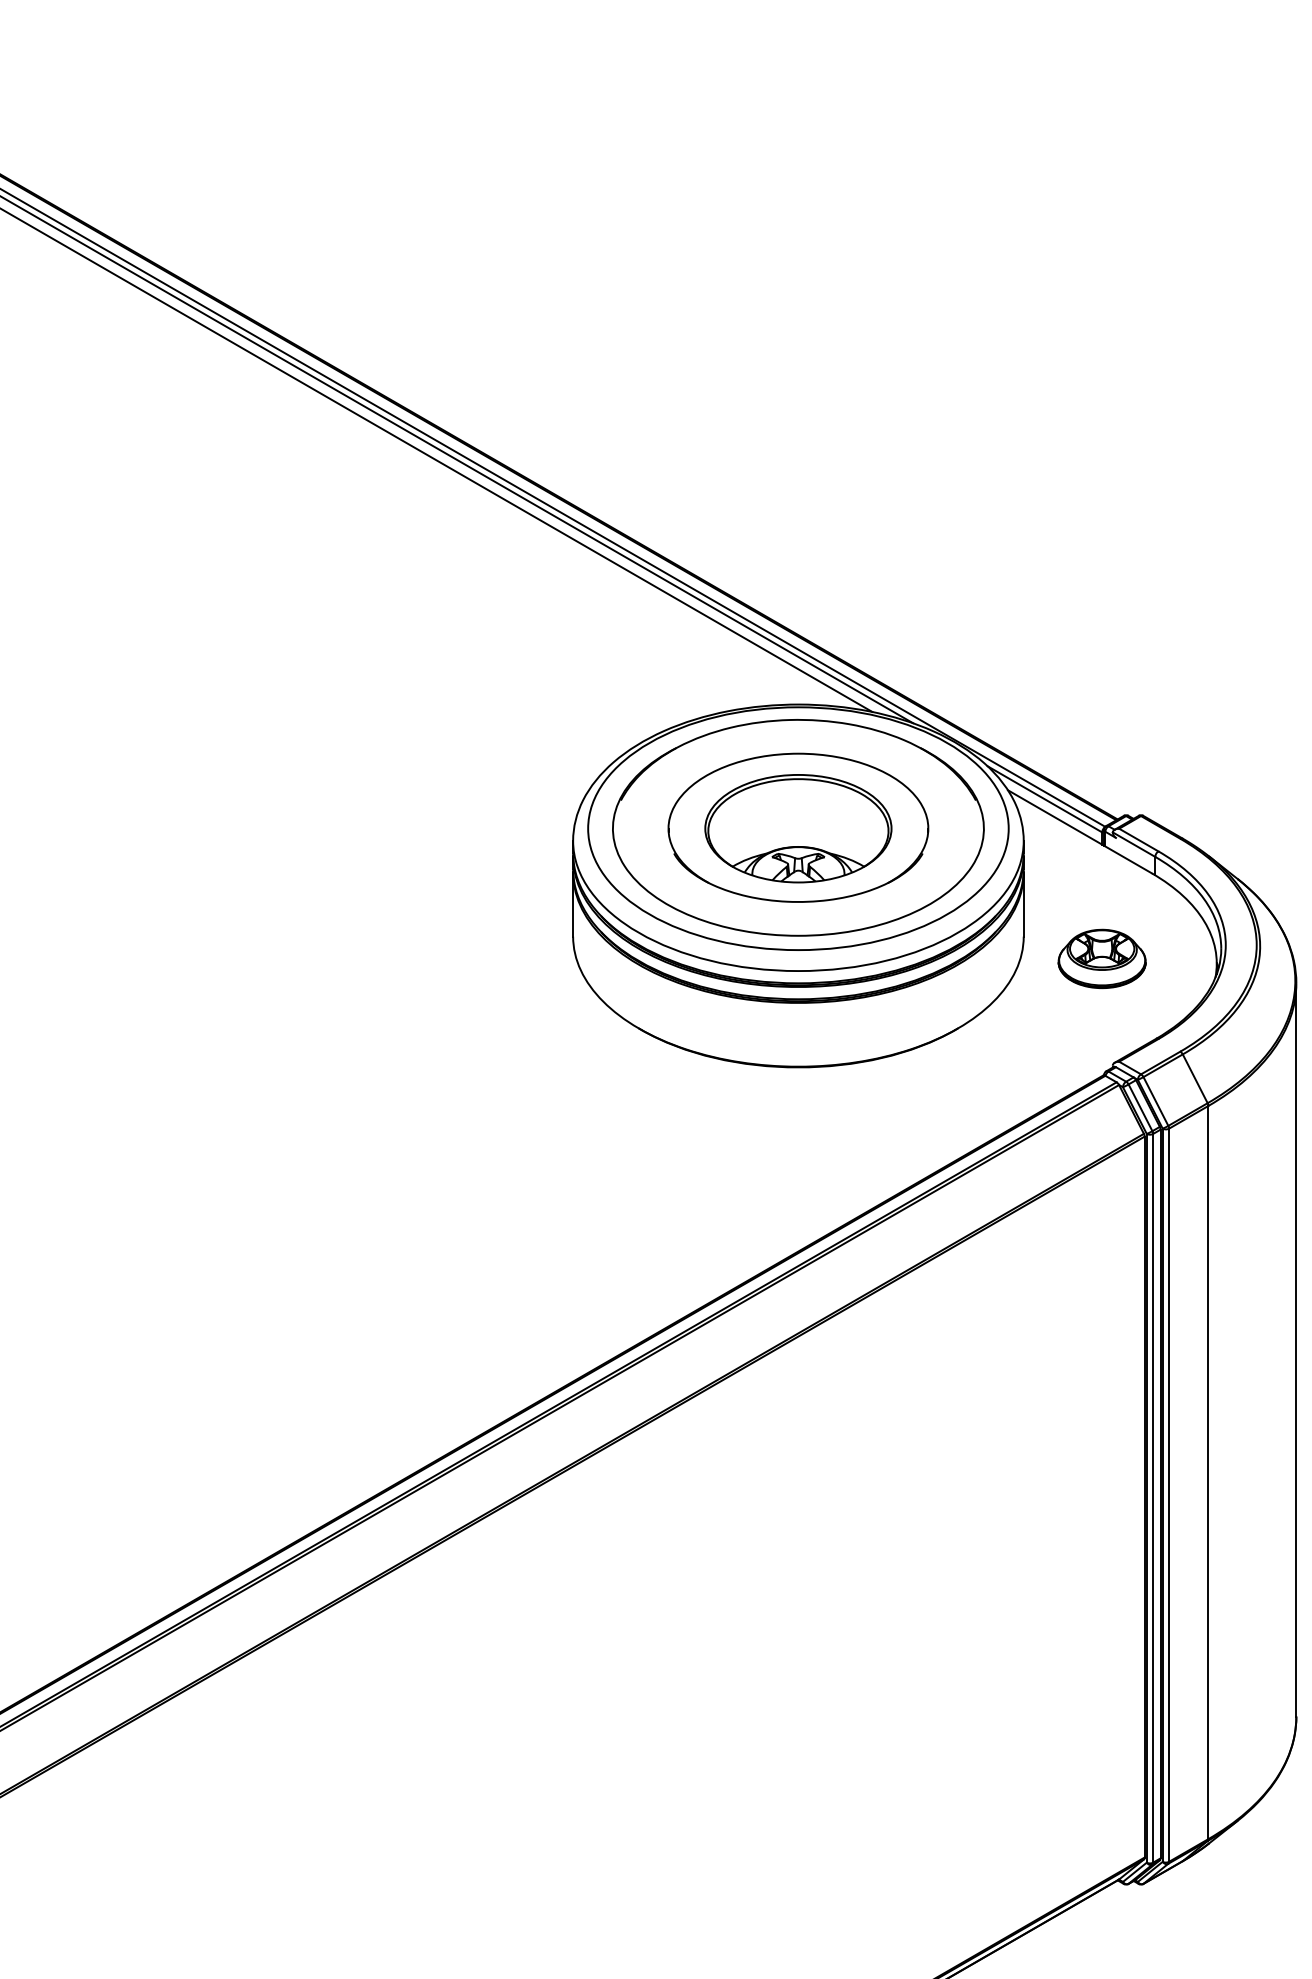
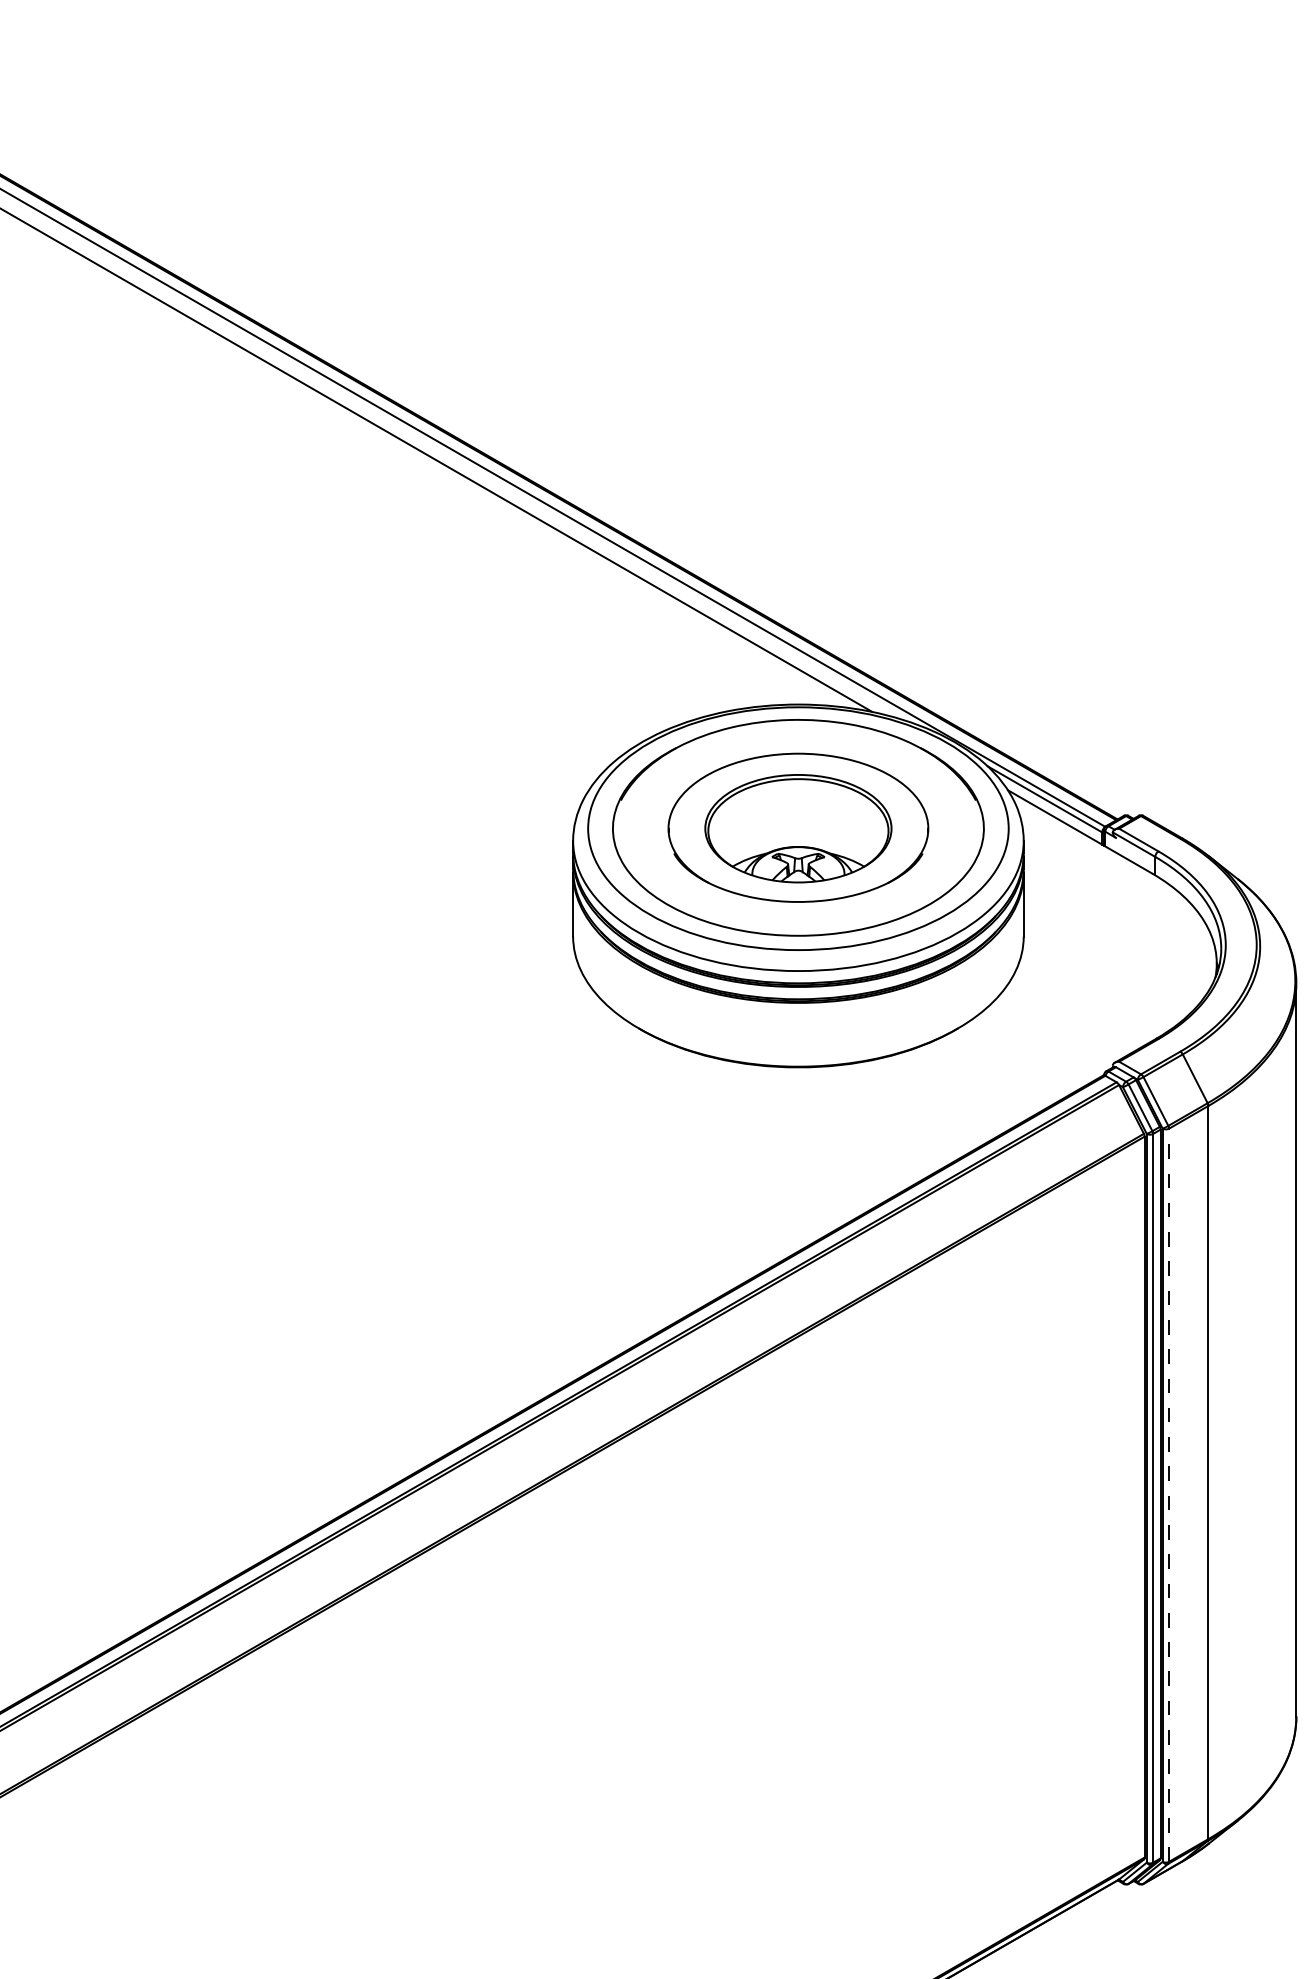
line at (457, 460): present -> none
part at (1101, 958): present -> none
line at (1169, 1495): solid -> dashed
